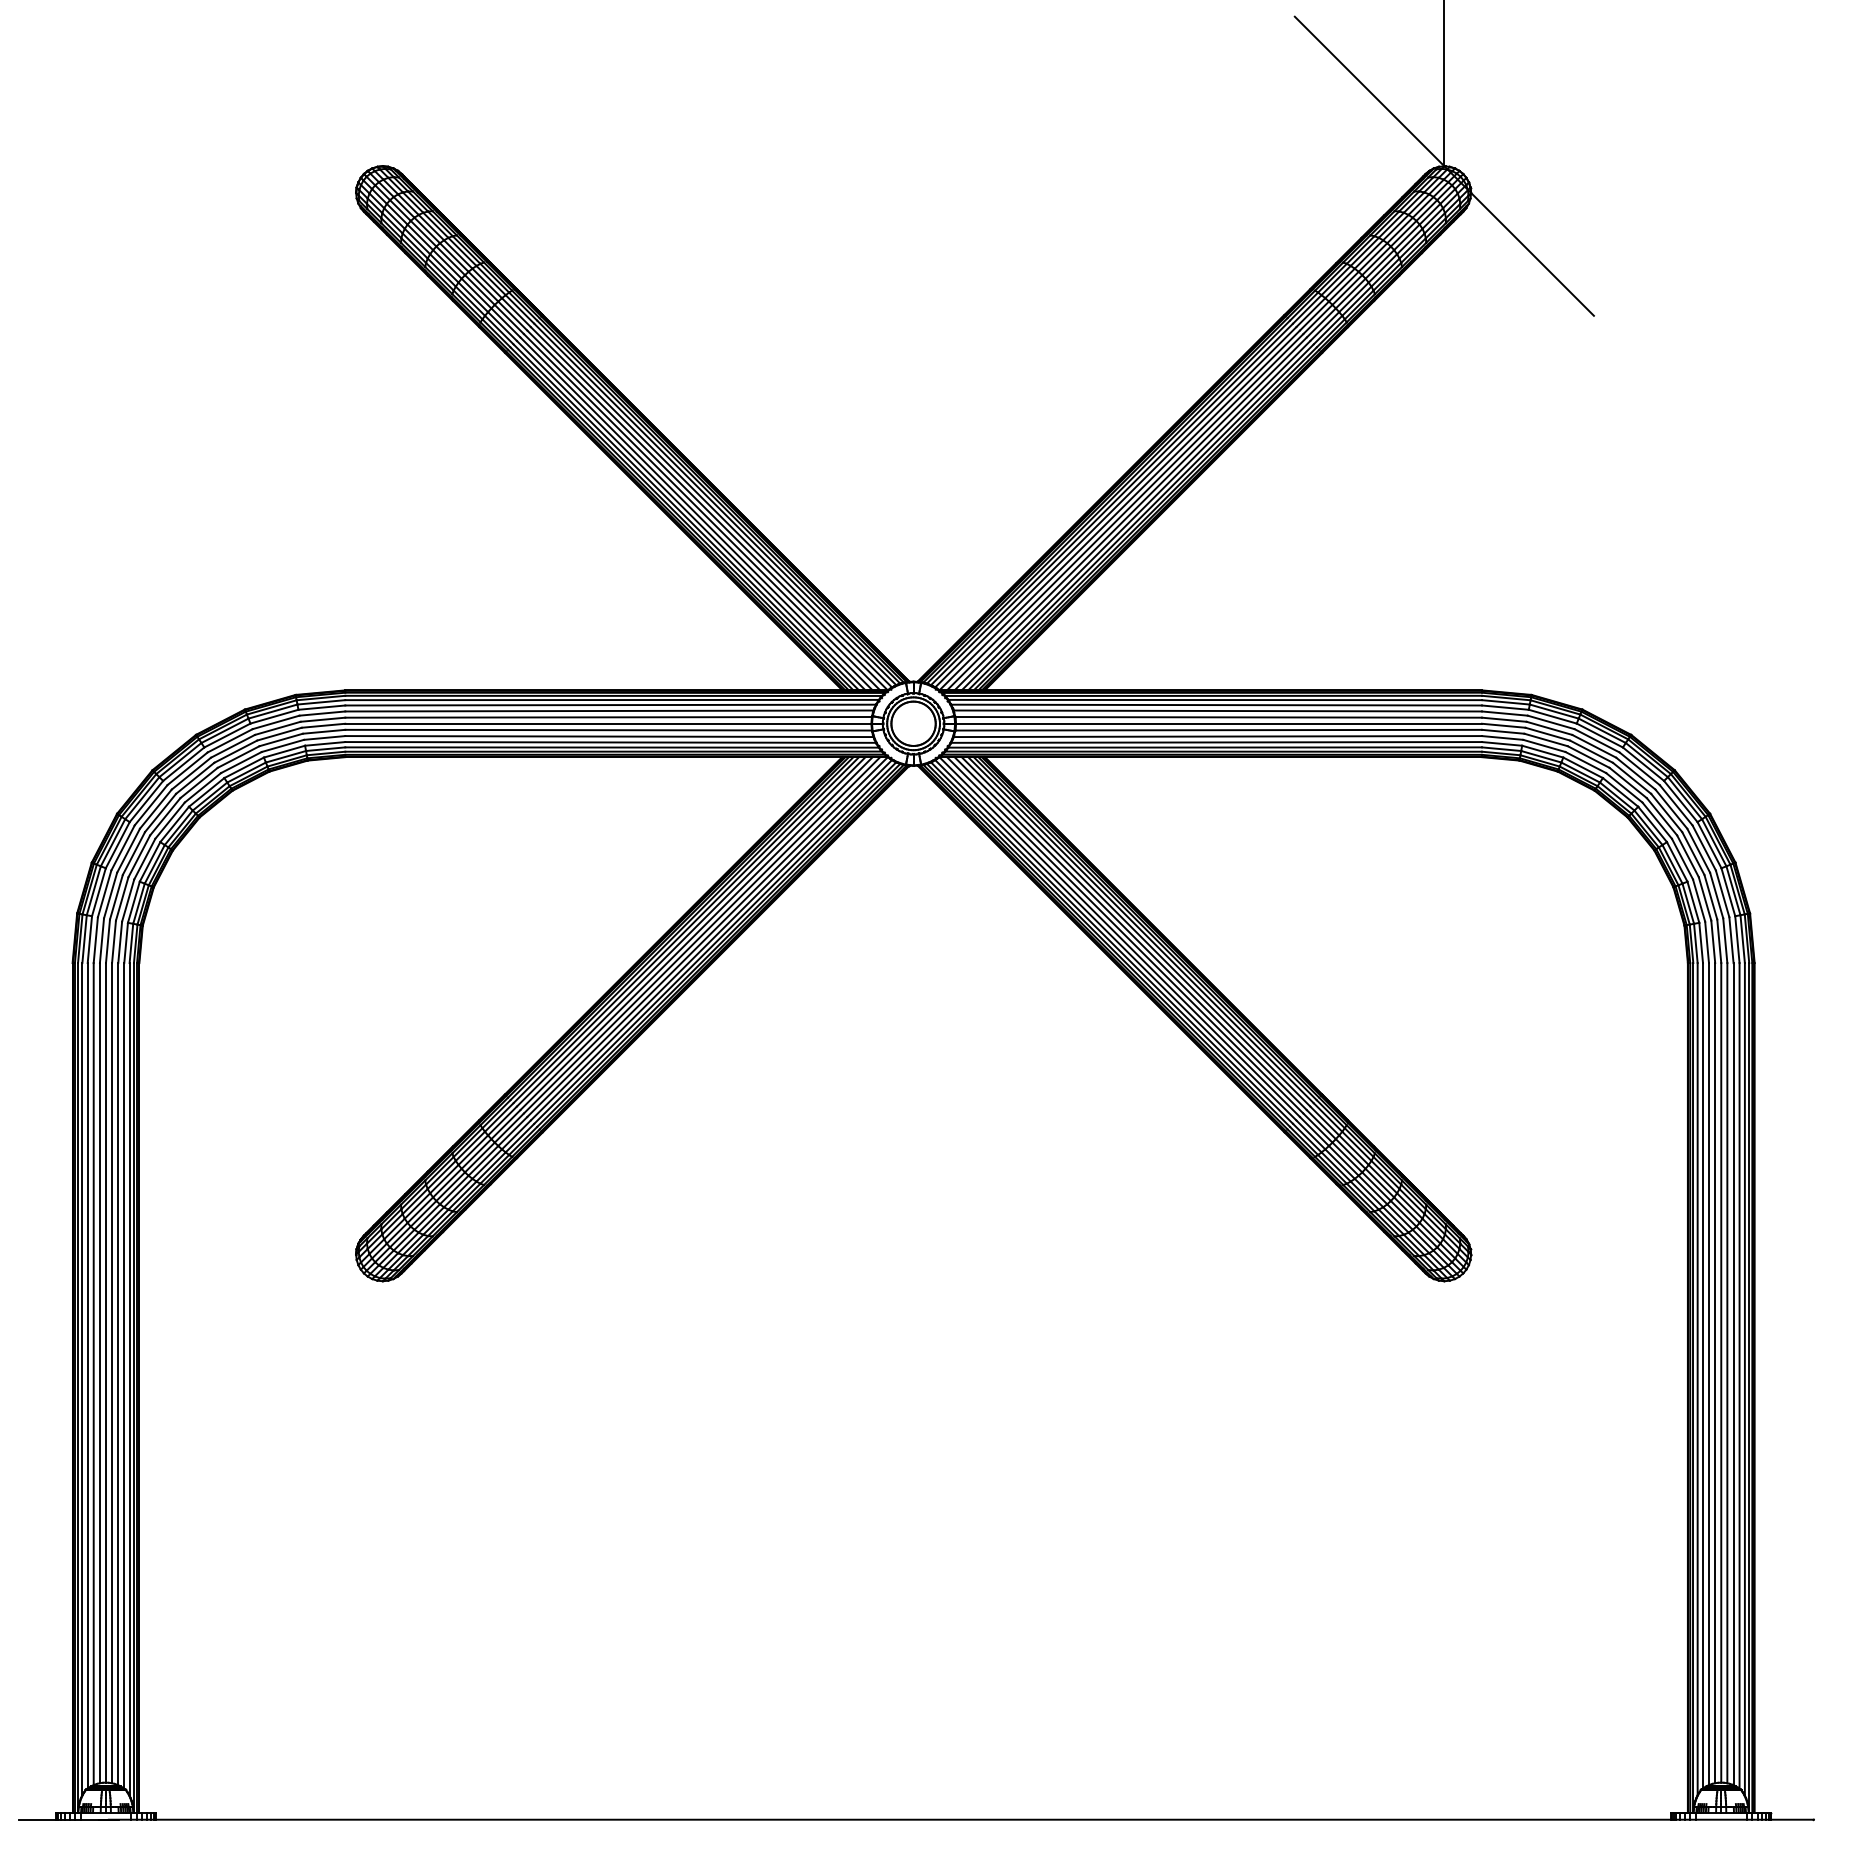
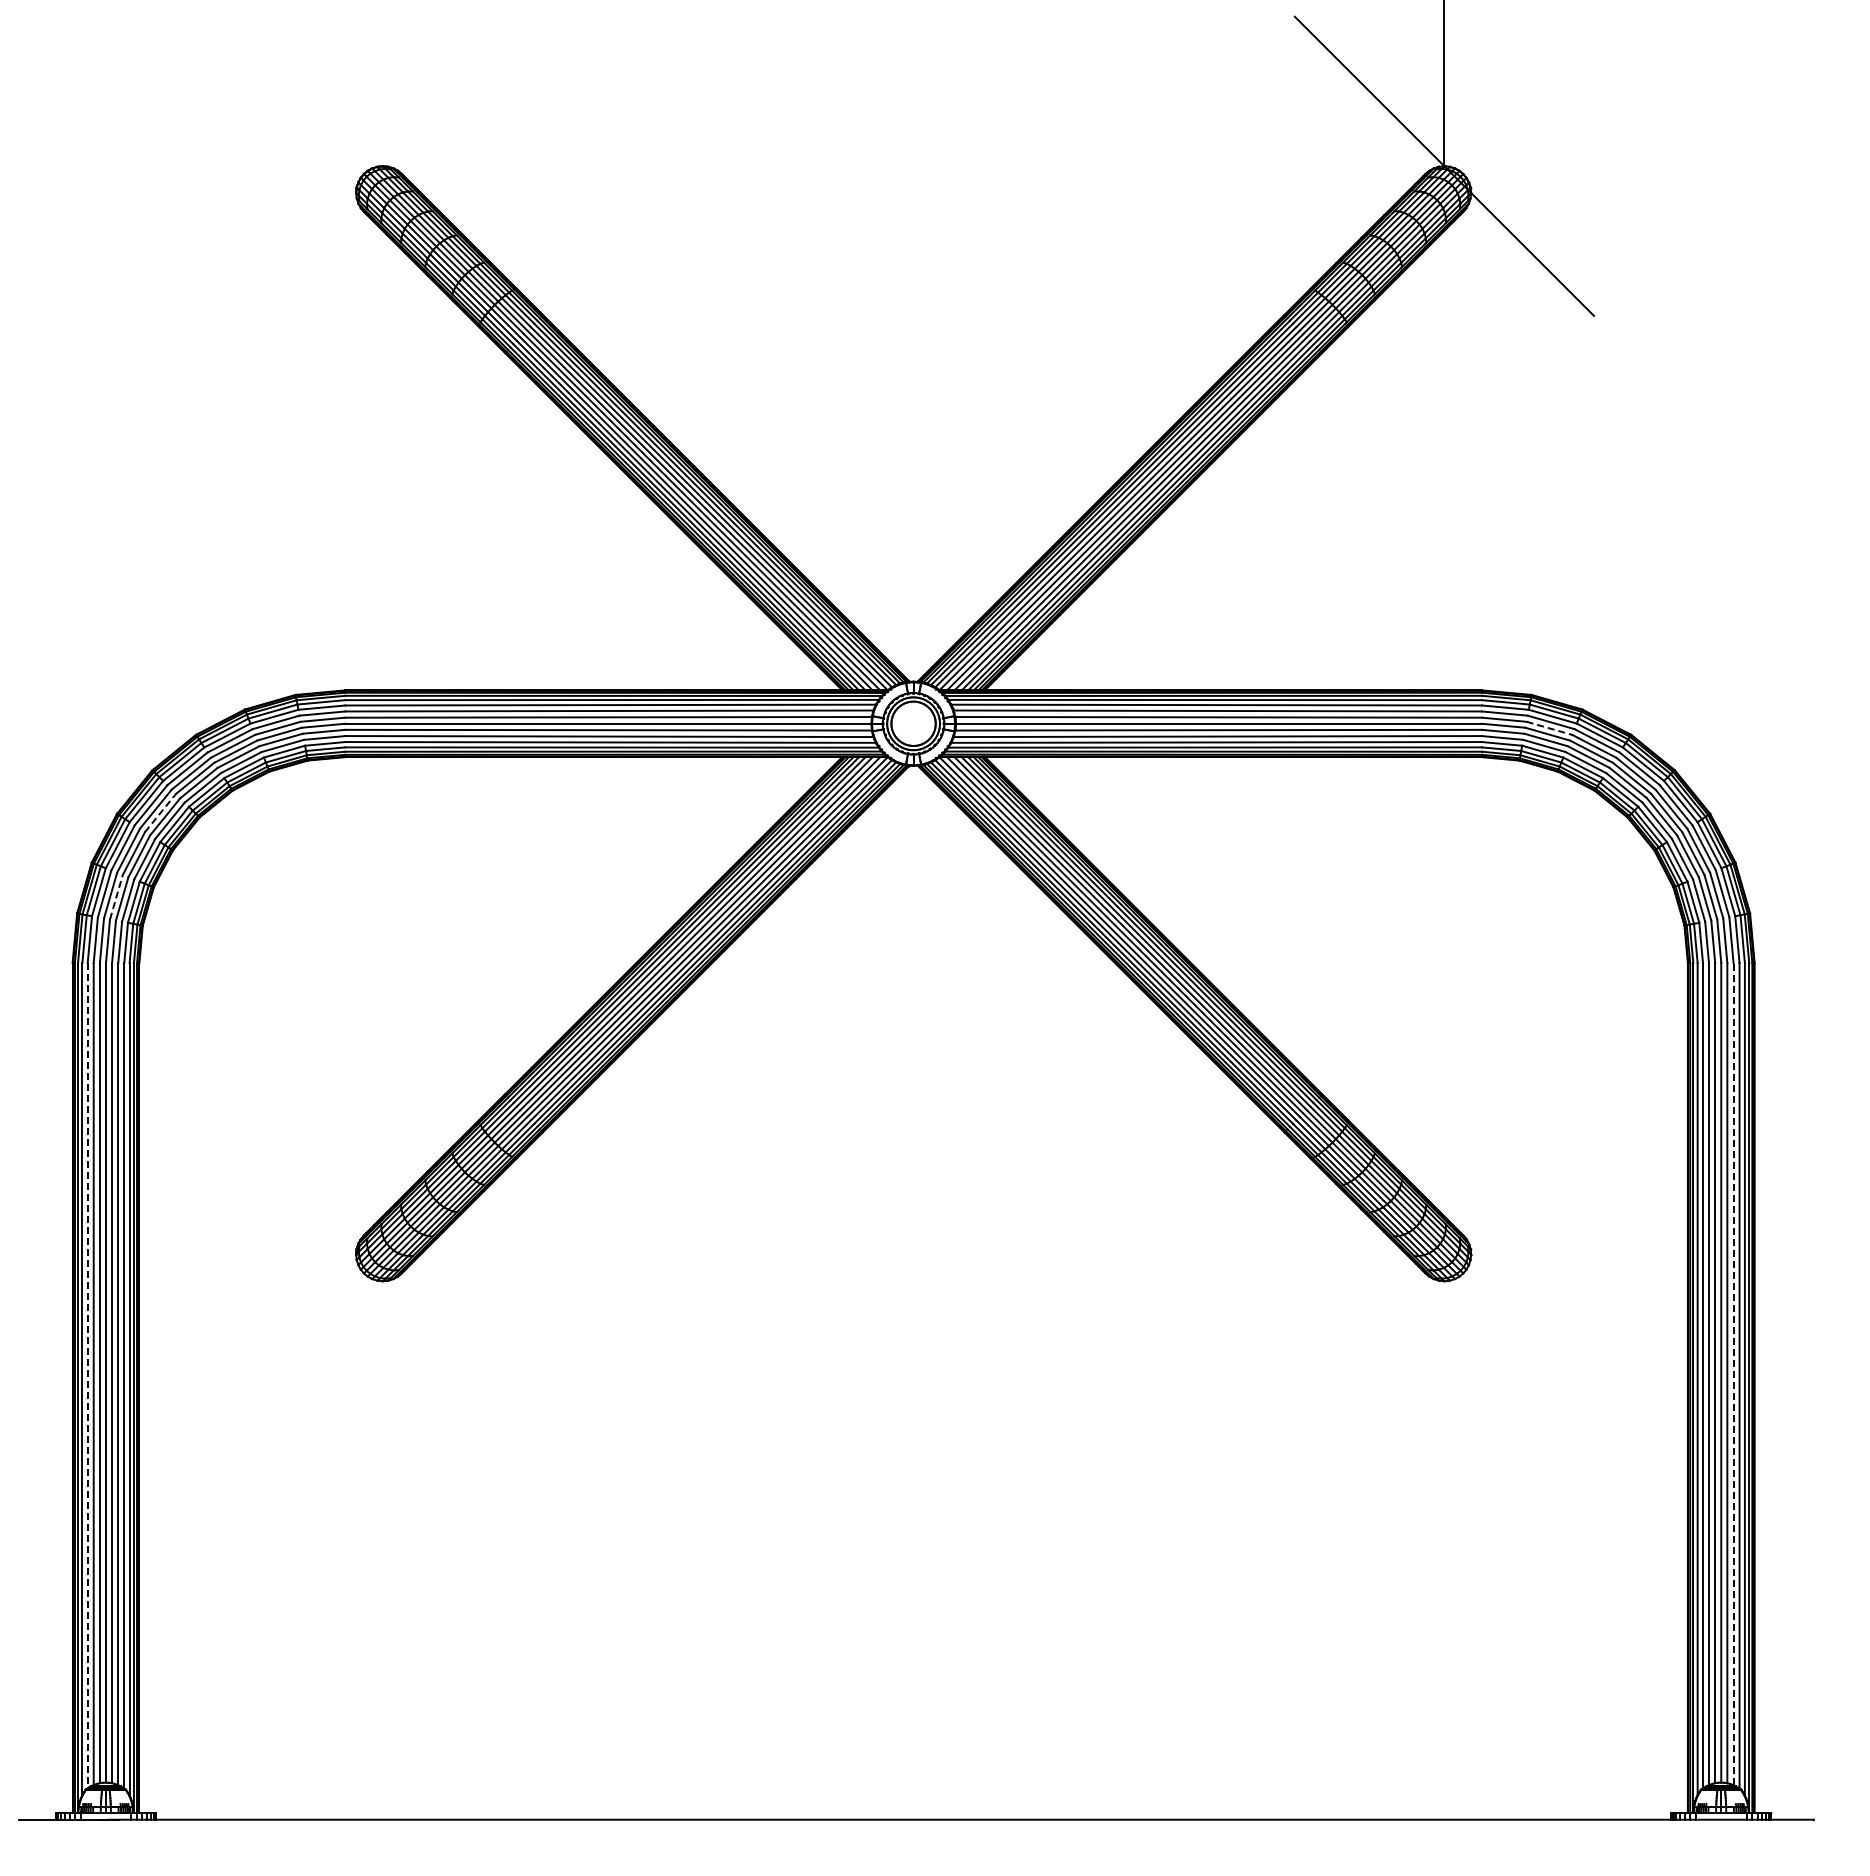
line at (1549, 728): solid -> dashed
line at (160, 812): solid -> dashed
line at (116, 896): solid -> dashed
line at (1733, 1373): solid -> dashed
line at (87, 1375): solid -> dashed
